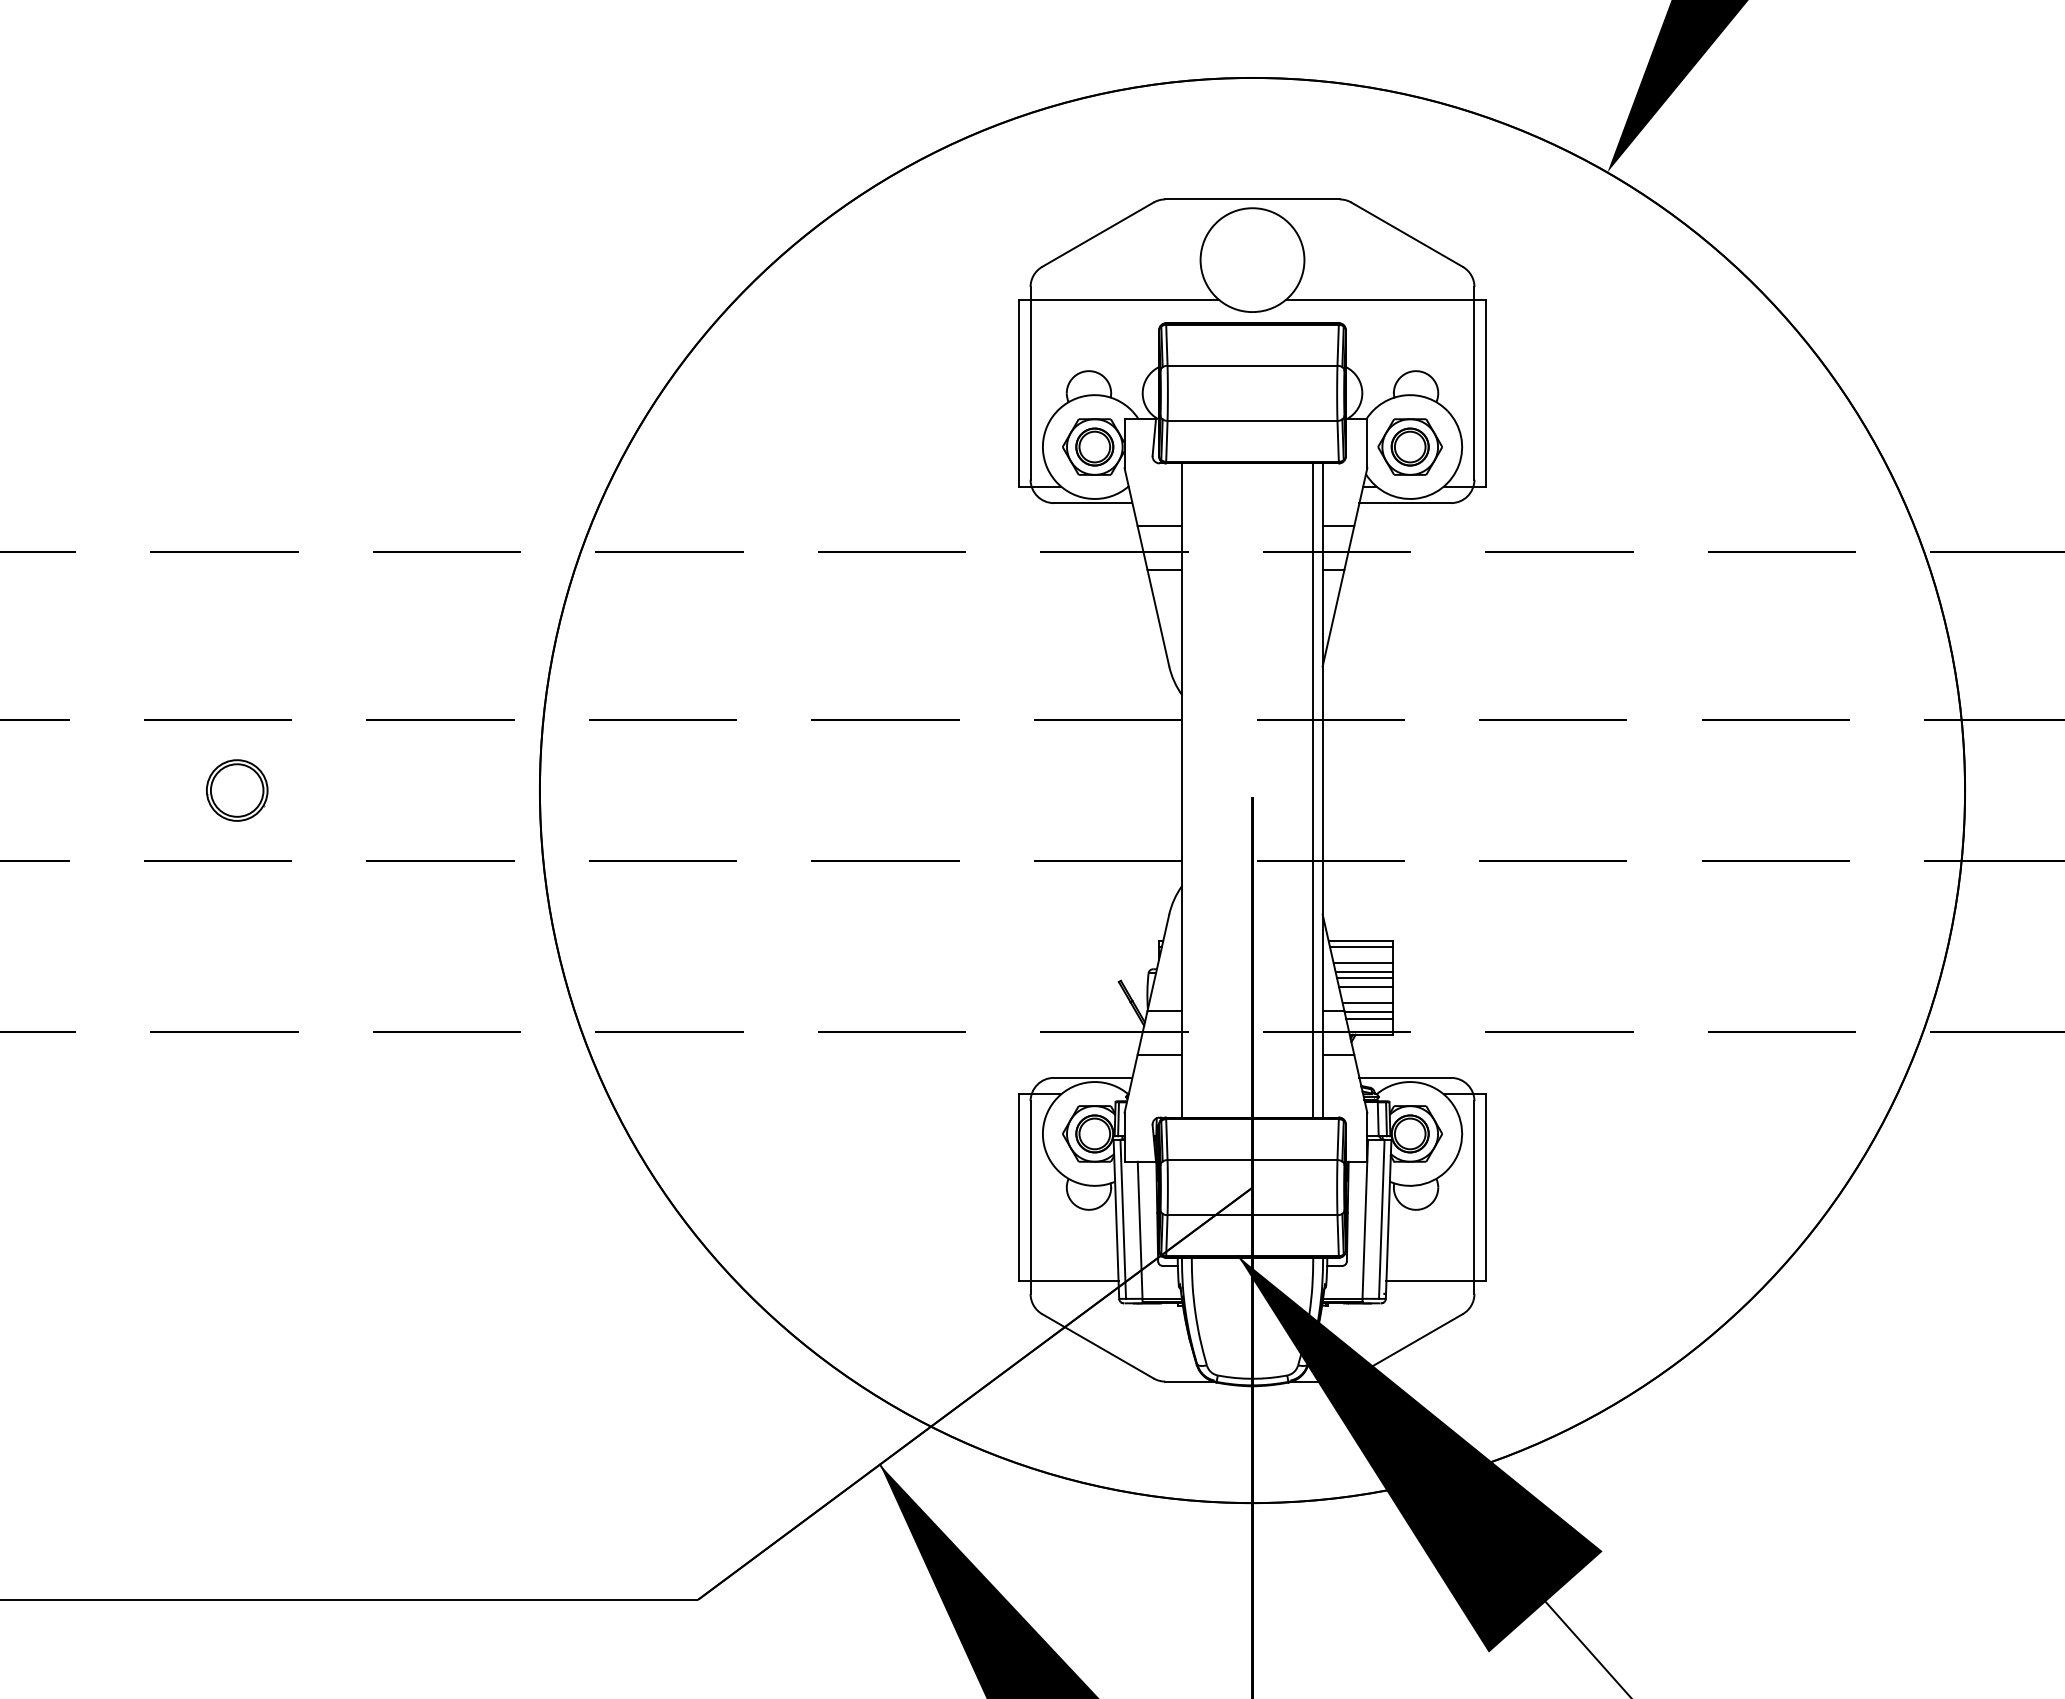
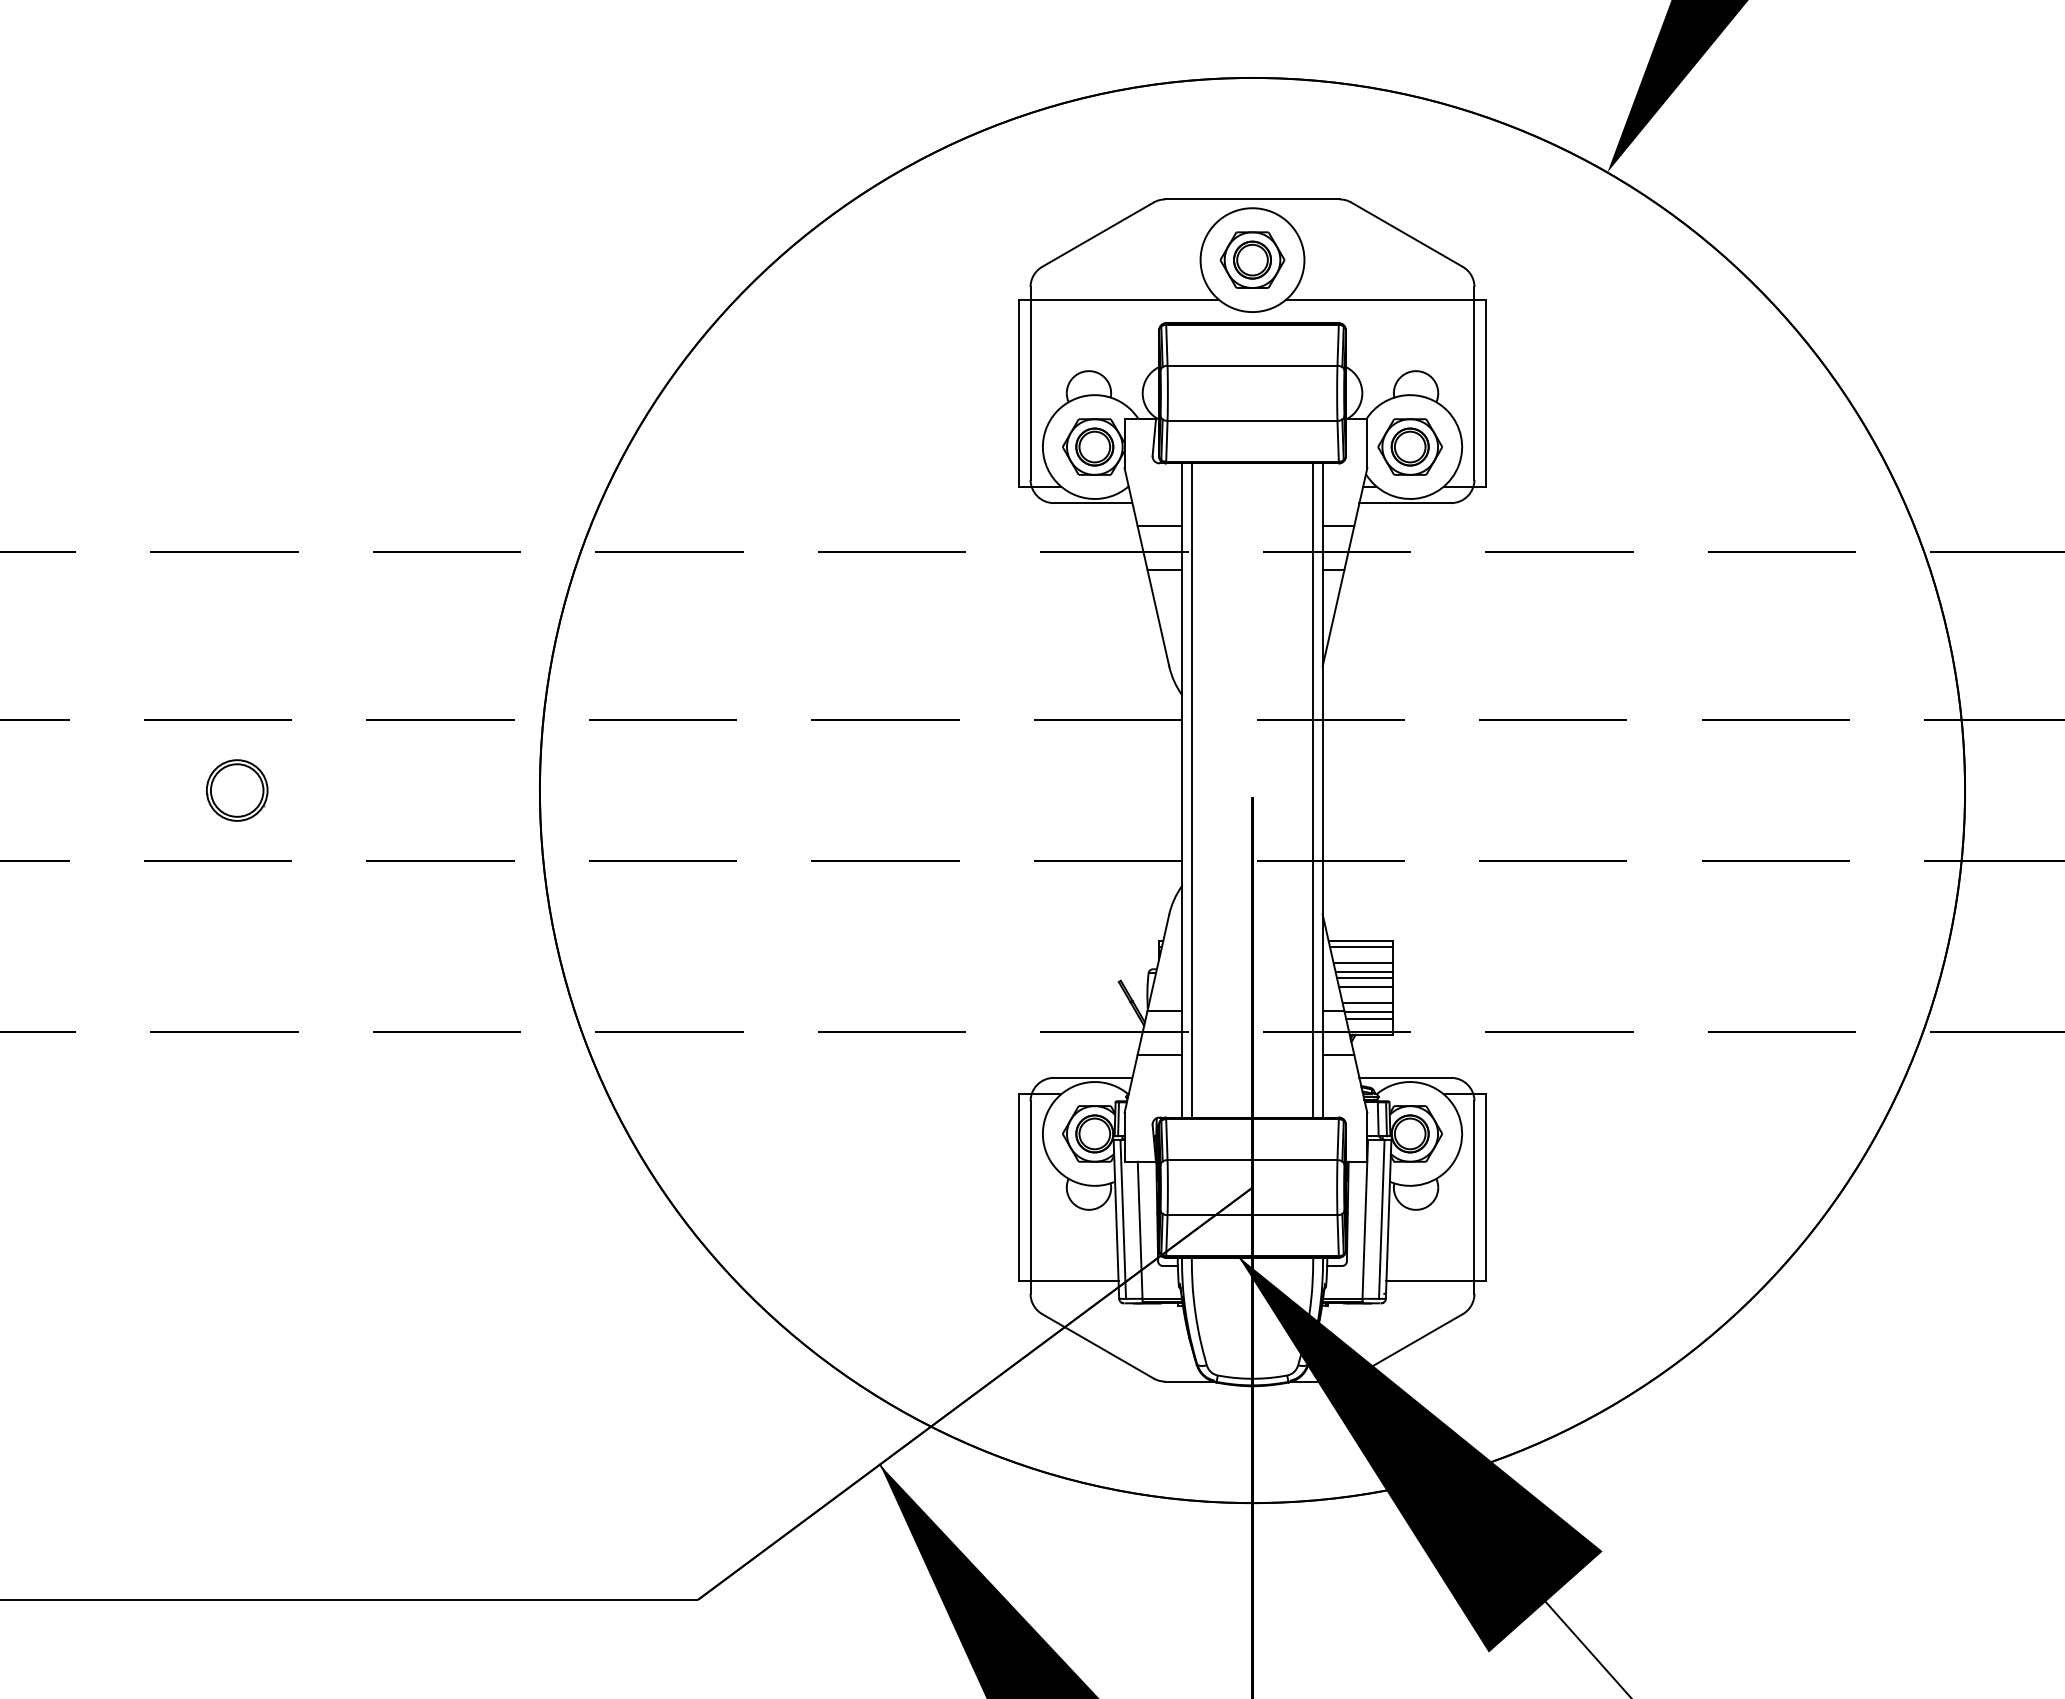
part at (1252, 259): none -> present
line at (1191, 790): none -> present
